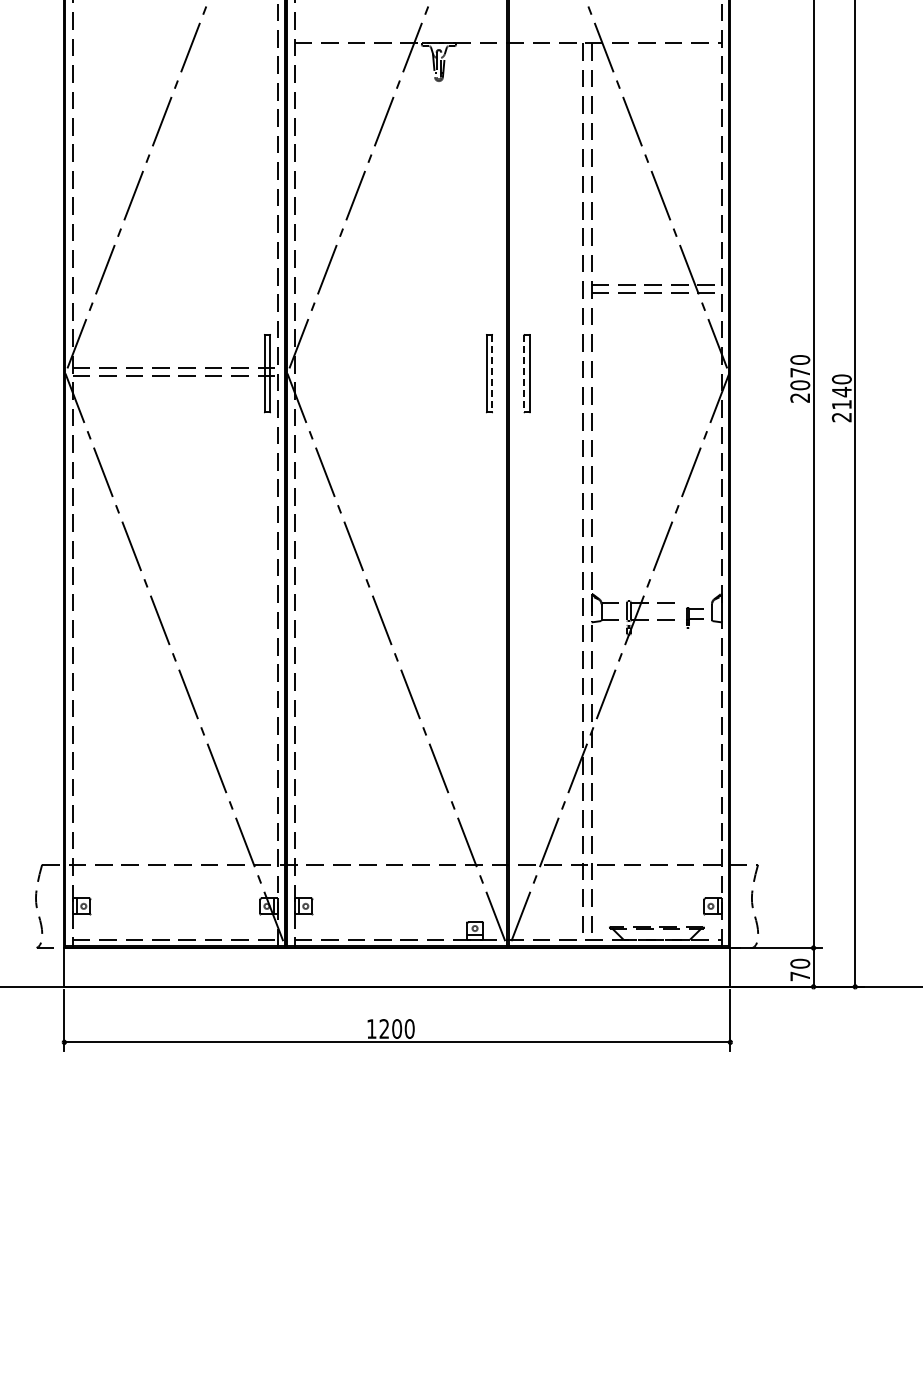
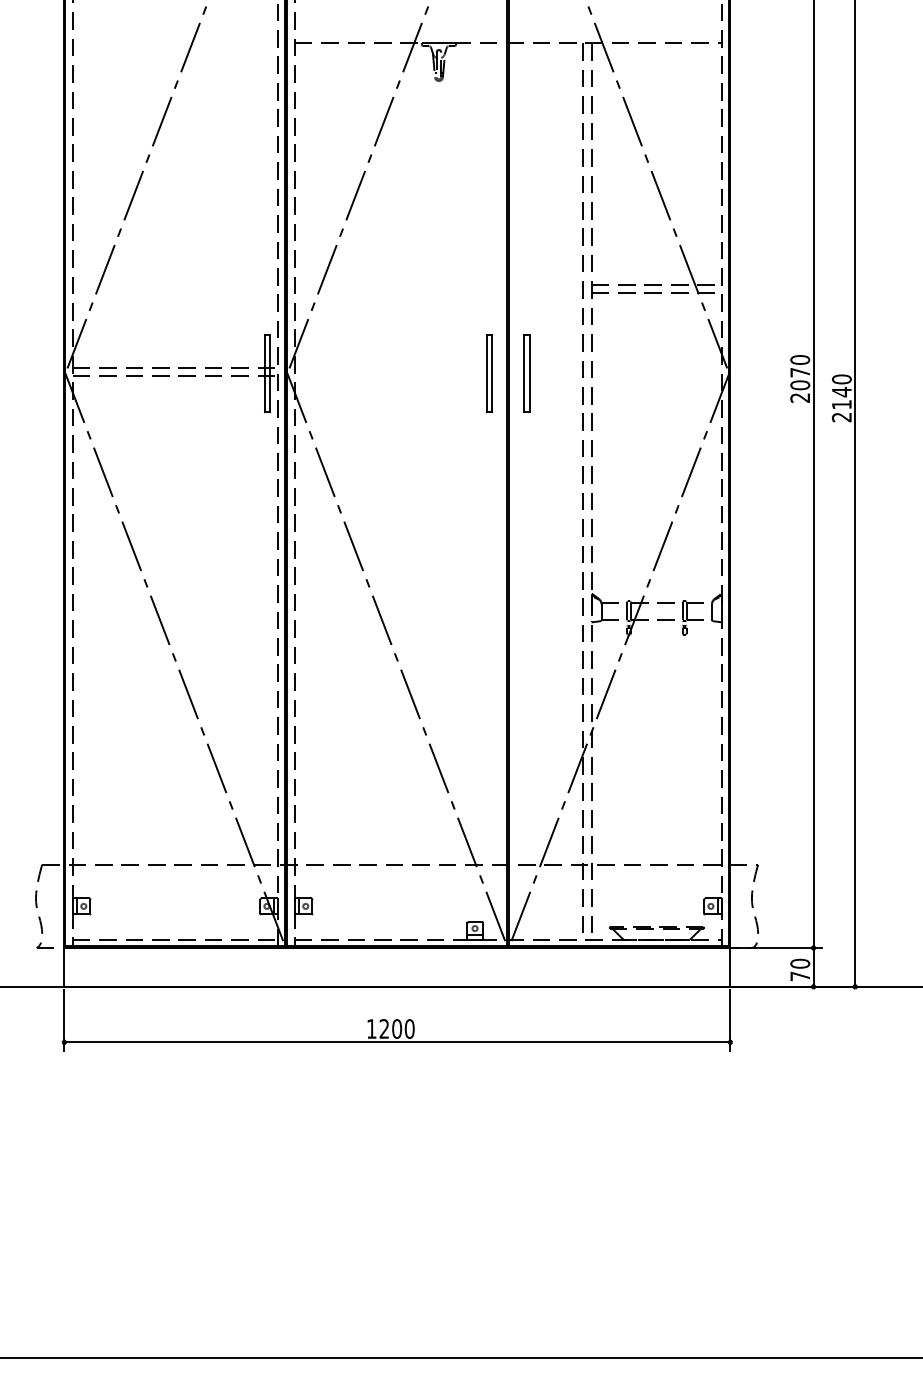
line at (492, 374): dashed -> solid
line at (524, 374): dashed -> solid
part at (694, 617) size: 18x22 px -> 22x36 px
line at (460, 1358): none -> present
